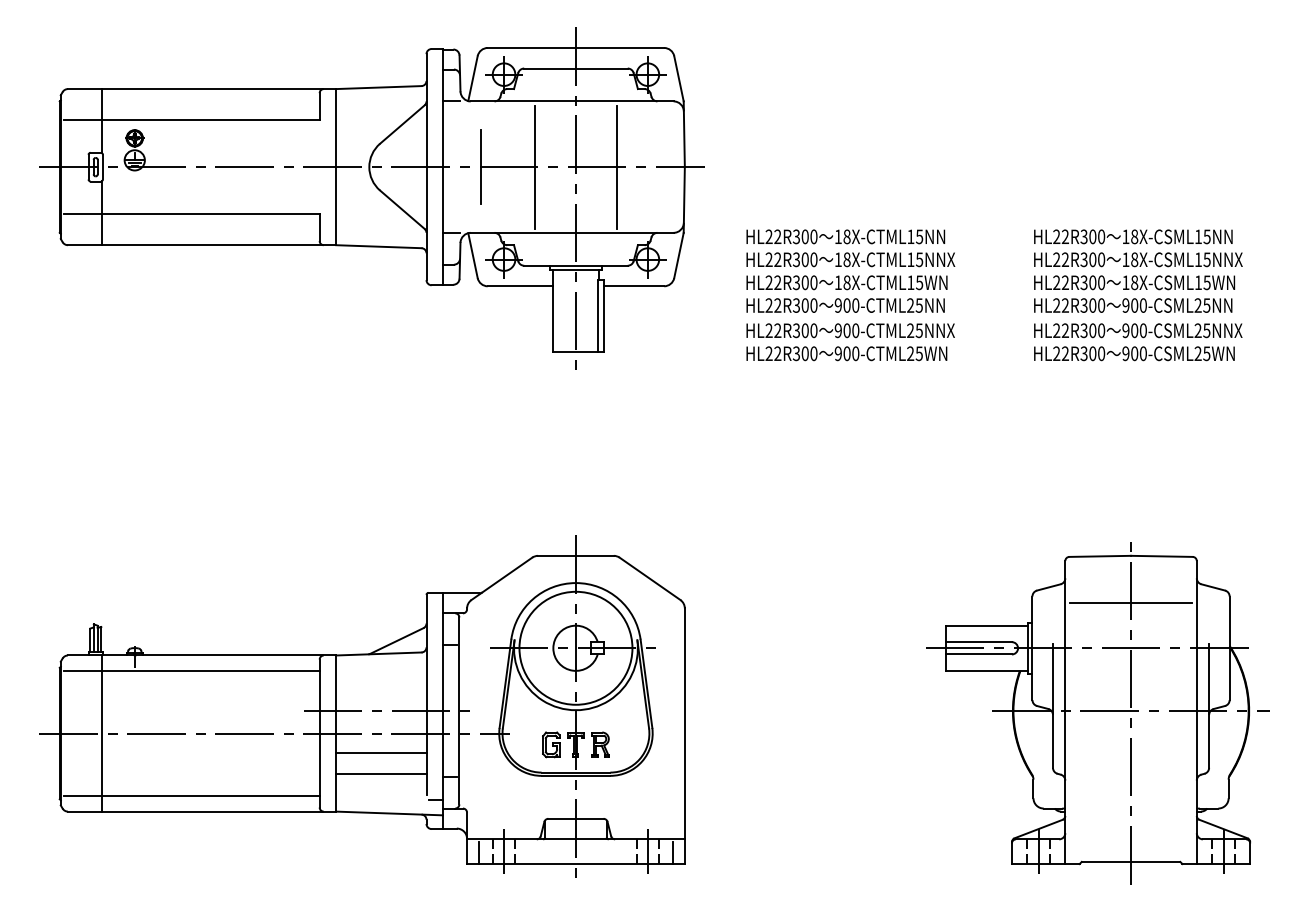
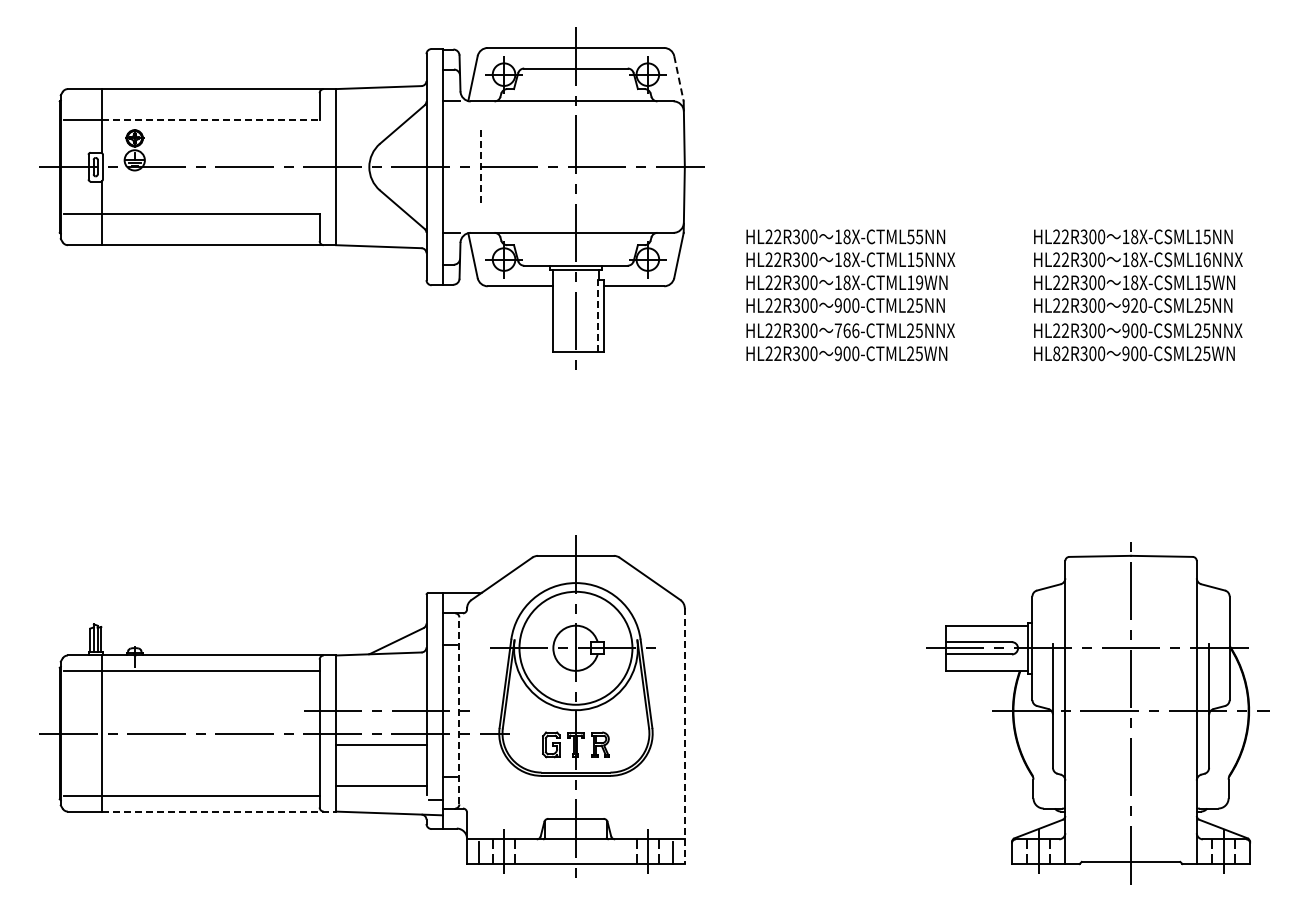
line at (679, 79): solid -> dashed
line at (210, 119): solid -> dashed
line at (534, 166): present -> none
line at (617, 166): present -> none
line at (481, 167): solid -> dashed
text at (910, 236): 18X-CTML15NN -> 18X-CTML55NN
text at (1206, 259): 18X-CSML15NNX -> 18X-CSML16NNX
text at (919, 282): 18X-CTML15WN -> 18X-CTML19WN
text at (1134, 305): 900-CSML25NN -> 920-CSML25NN
line at (597, 316): solid -> dashed
text at (846, 330): 900-CTML25NNX -> 766-CTML25NNX
text at (1056, 353): HL22R300 -> HL82R300
line at (1130, 603): present -> none
line at (459, 710): solid -> dashed
line at (684, 736): solid -> dashed
line at (381, 752) position: (381, 752) -> (381, 744)
line at (381, 773) position: (381, 773) -> (381, 785)
line at (219, 811): solid -> dashed
